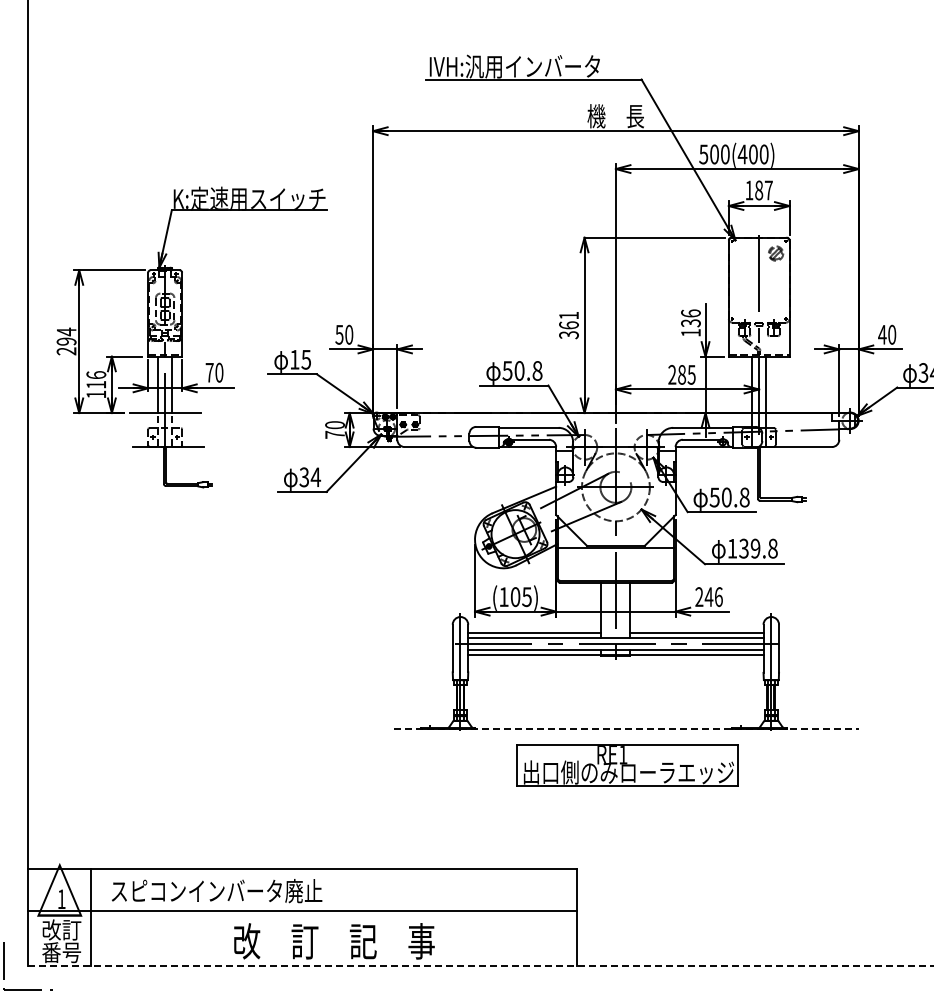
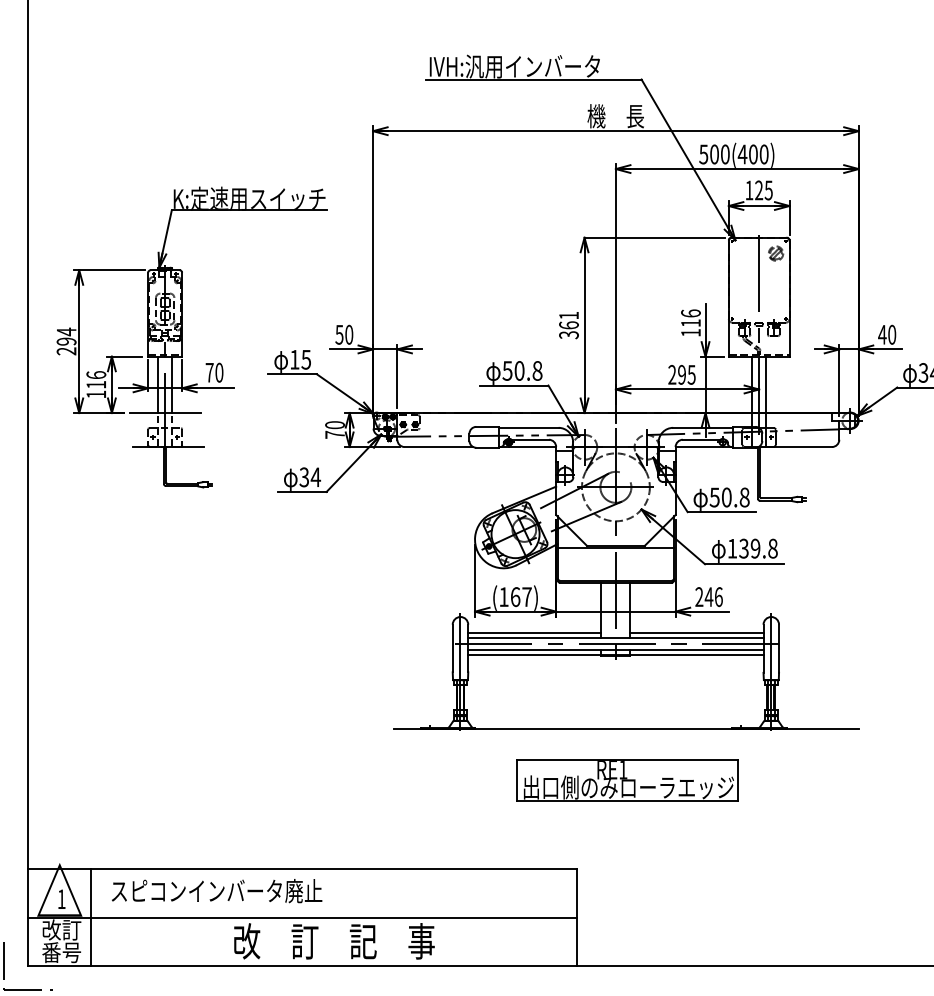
text at (763, 190): 187 -> 125
text at (690, 323): 136 -> 116
text at (682, 374): 285 -> 295
text at (520, 597): (105) -> (167)
line at (626, 728): dashed -> solid
part at (627, 765) position: (627, 765) -> (627, 780)
line at (302, 910) position: (302, 910) -> (302, 917)
line at (481, 966): dashed -> solid
